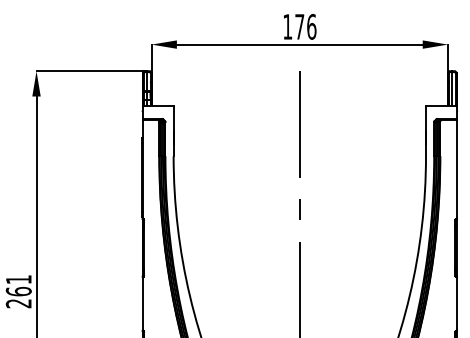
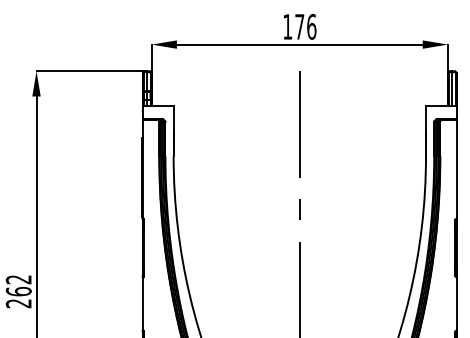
text at (18, 279): 261 -> 262
